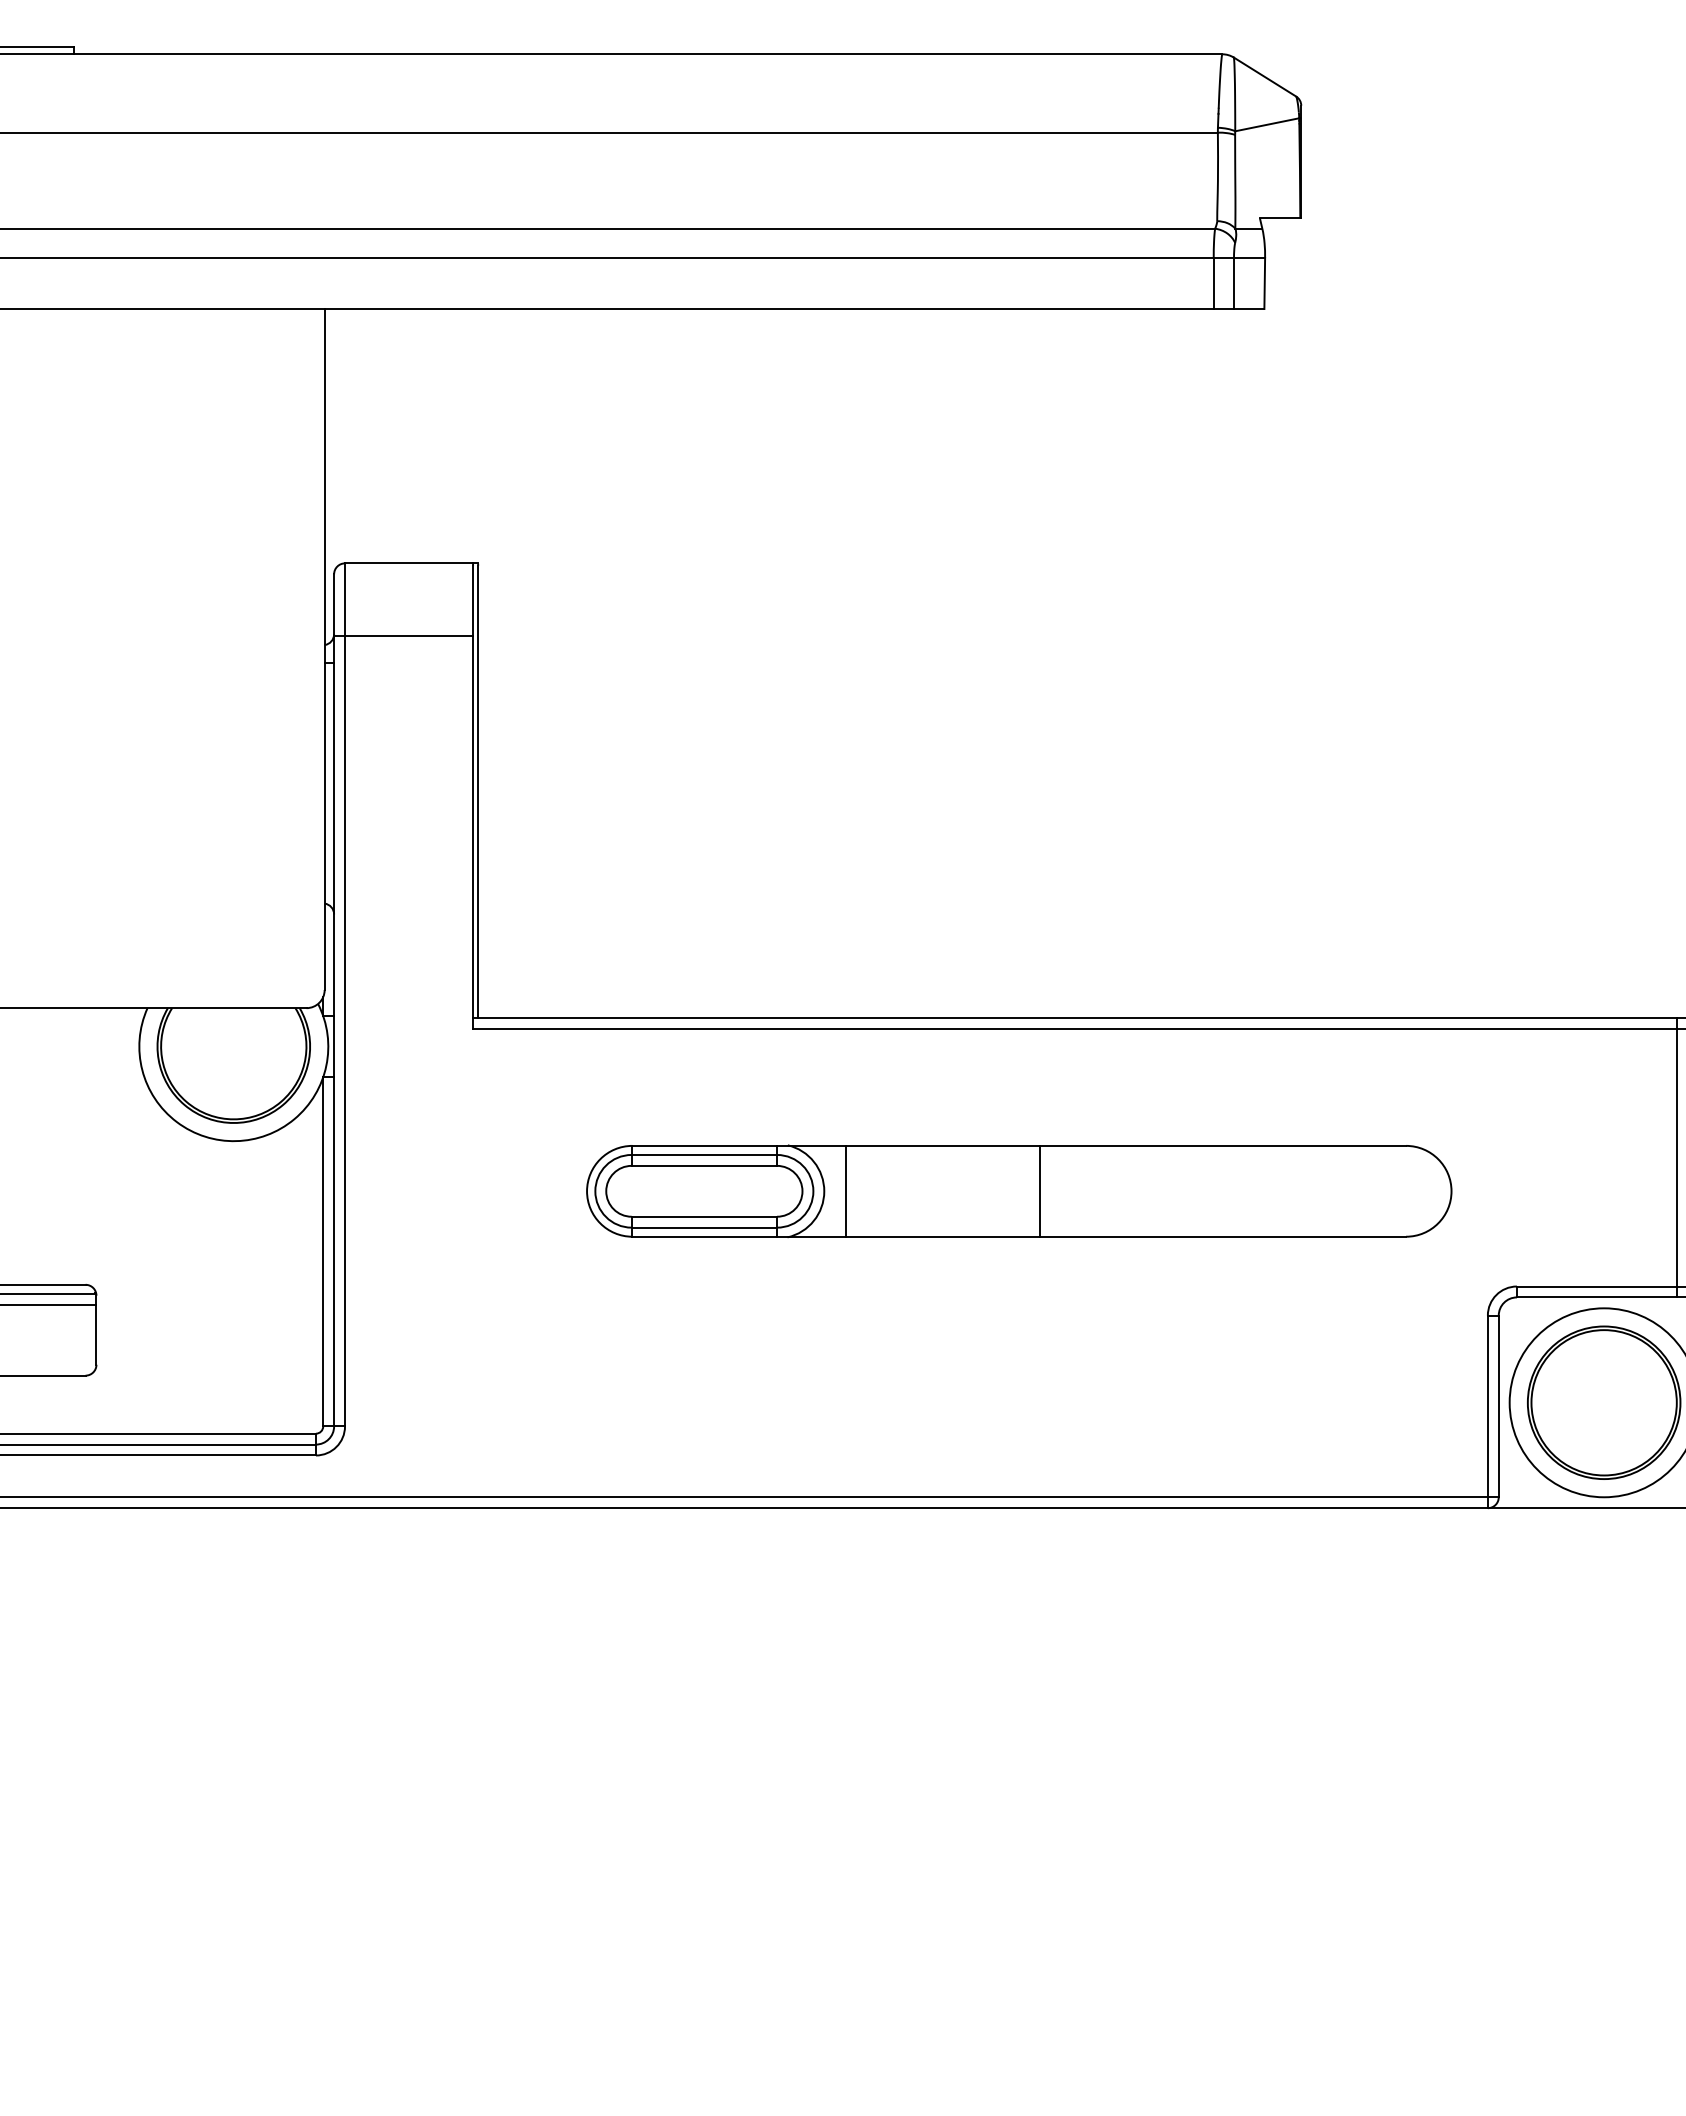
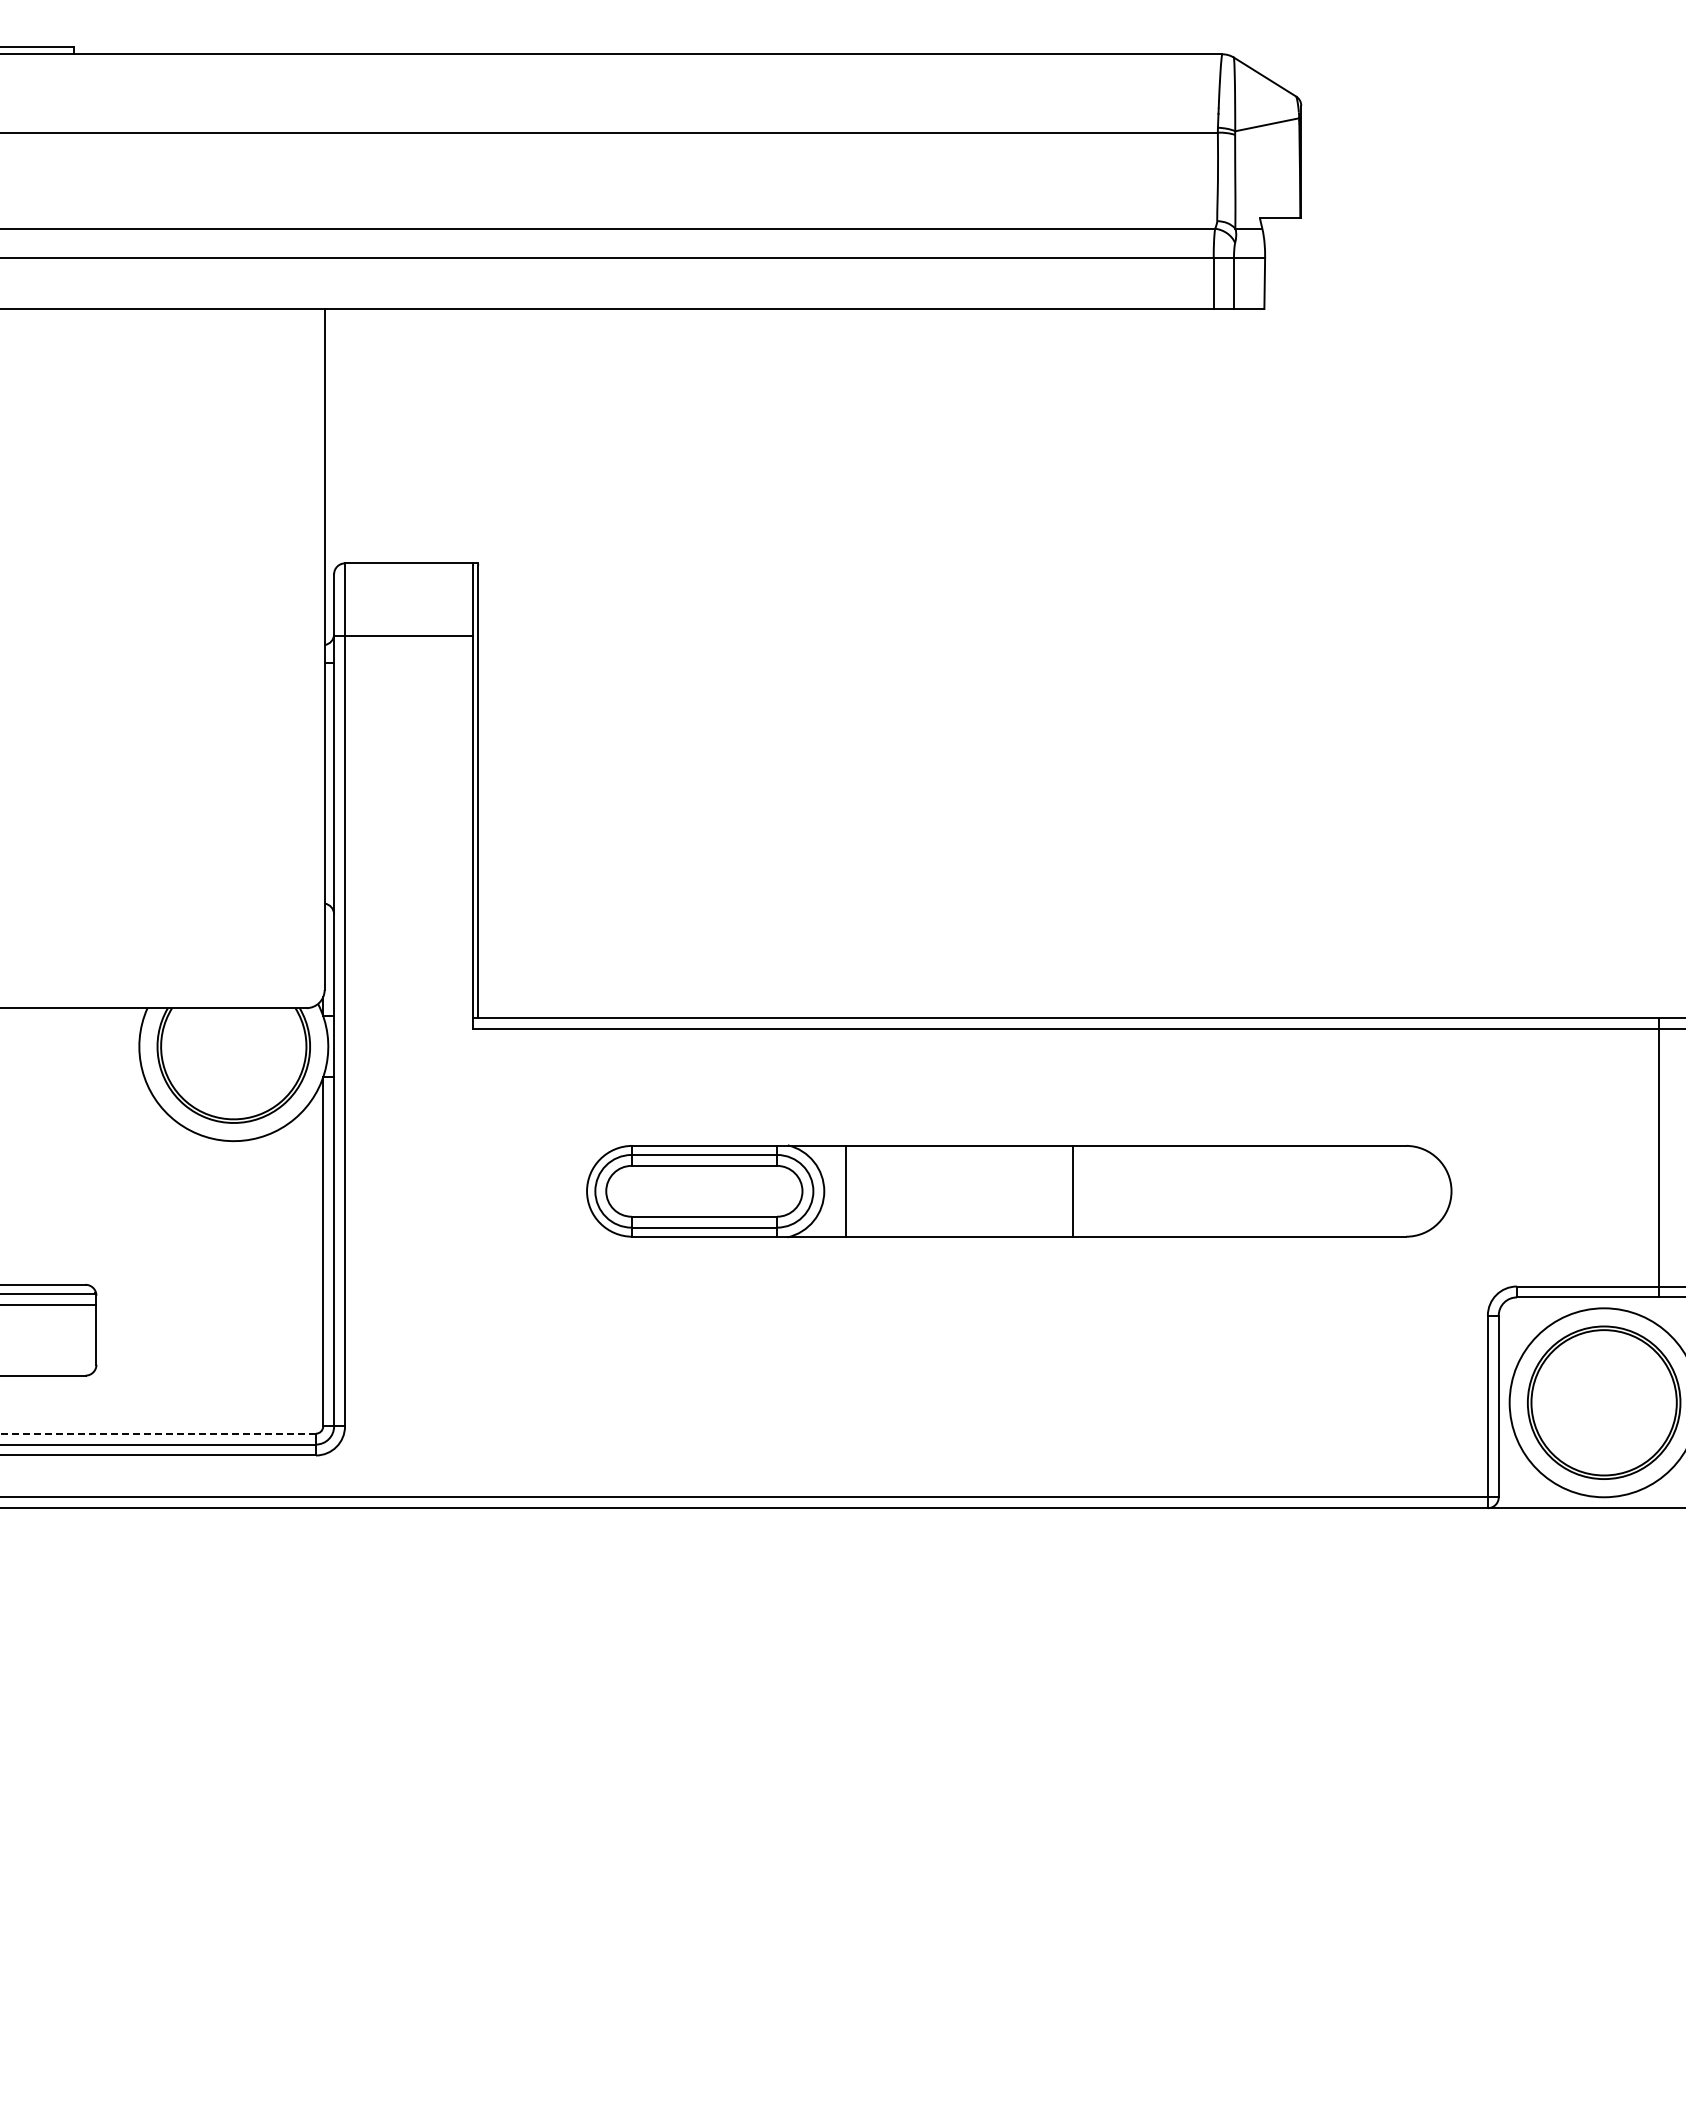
line at (1676, 1157) position: (1676, 1157) -> (1658, 1157)
line at (1040, 1190) position: (1040, 1190) -> (1073, 1190)
line at (157, 1433): solid -> dashed
